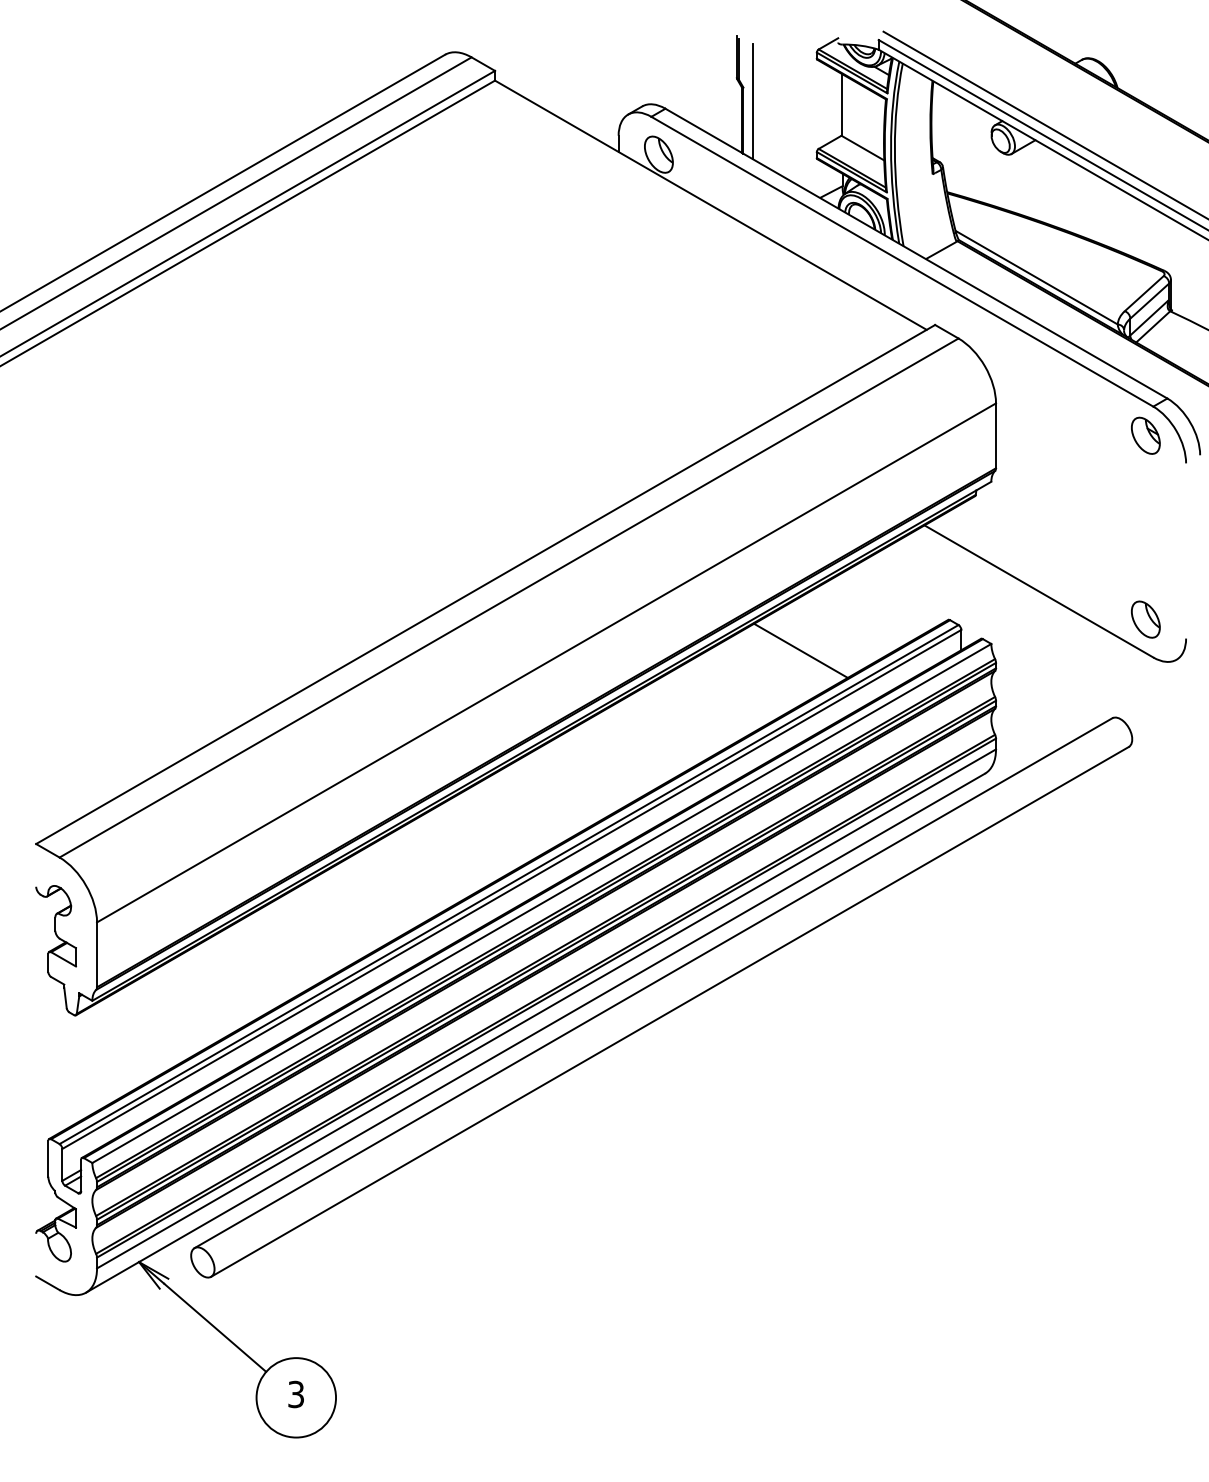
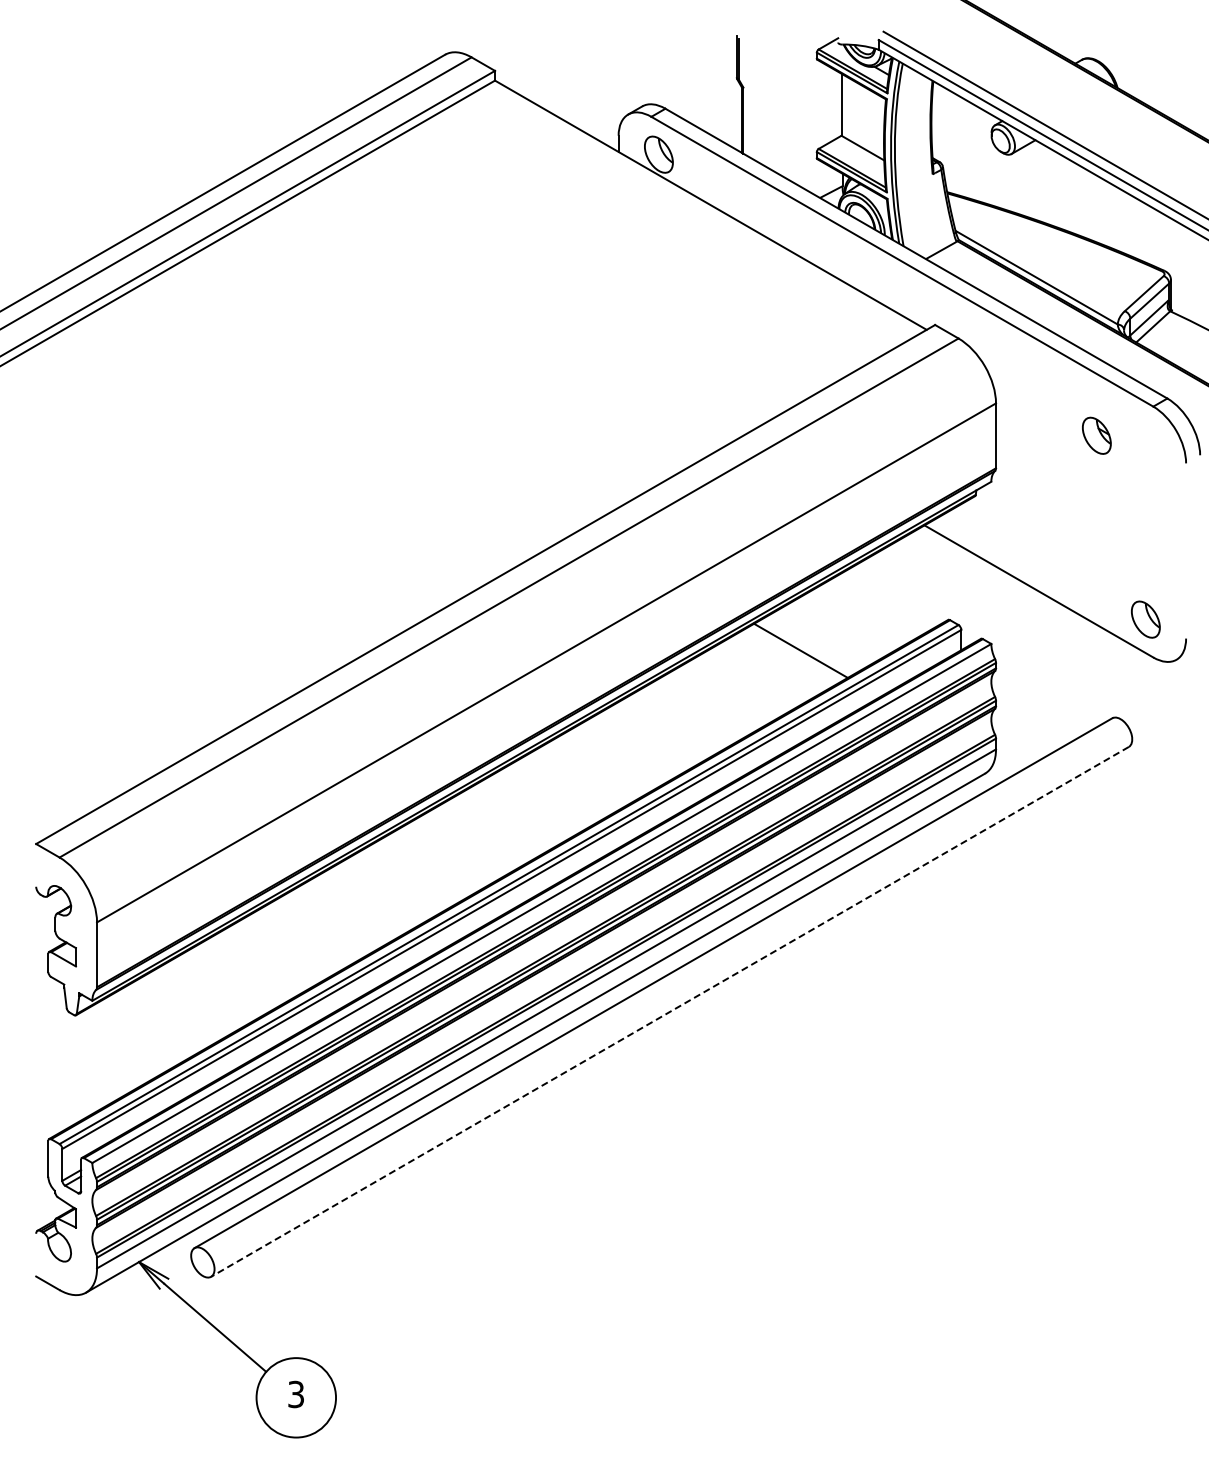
line at (752, 101): present -> none
part at (1145, 435) position: (1145, 435) -> (1096, 435)
line at (669, 1011): solid -> dashed
